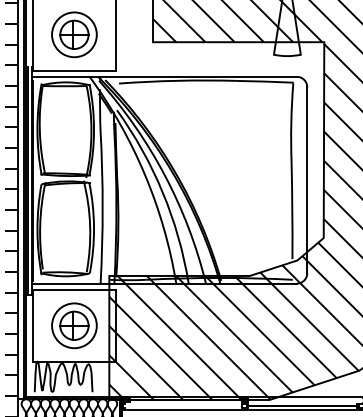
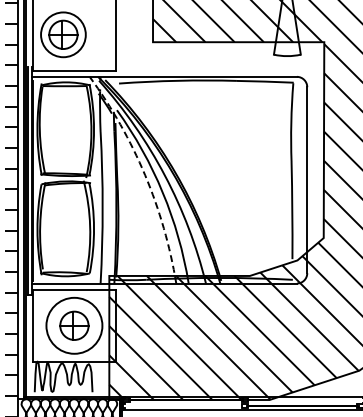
part at (74, 34) position: (74, 34) -> (63, 34)
arc at (145, 175): solid -> dashed
circle at (74, 325) diameter: 45 px -> 56 px
